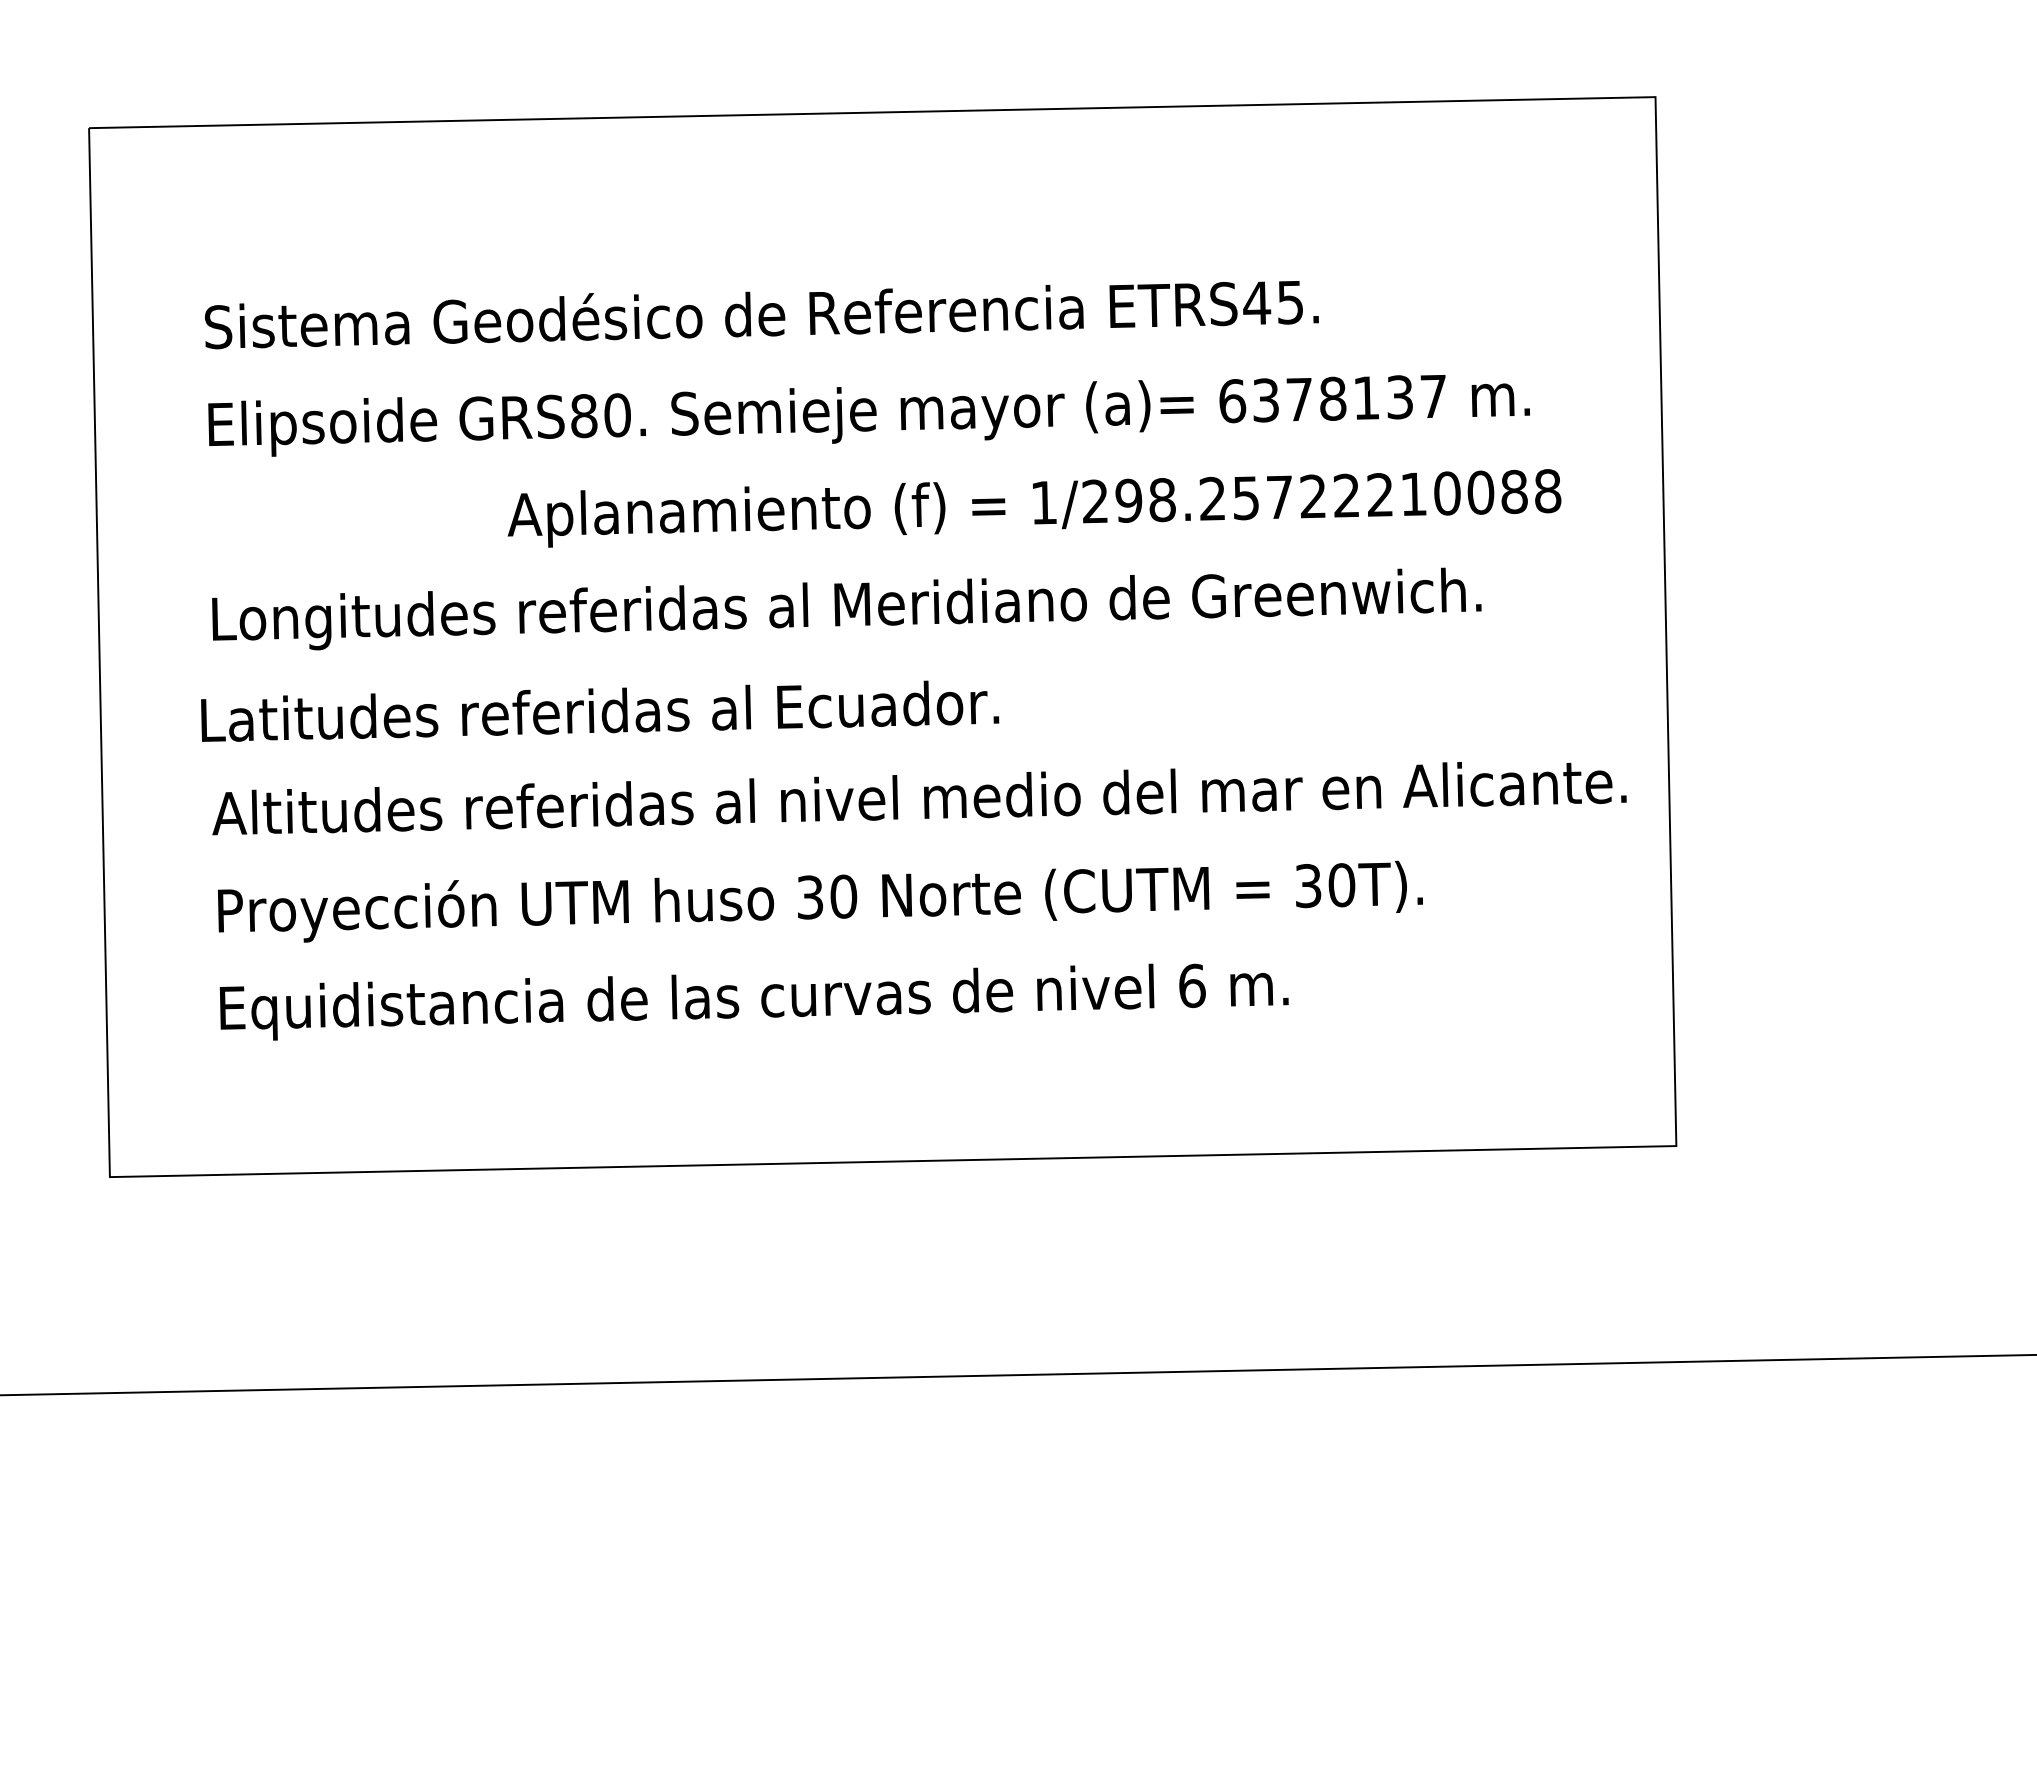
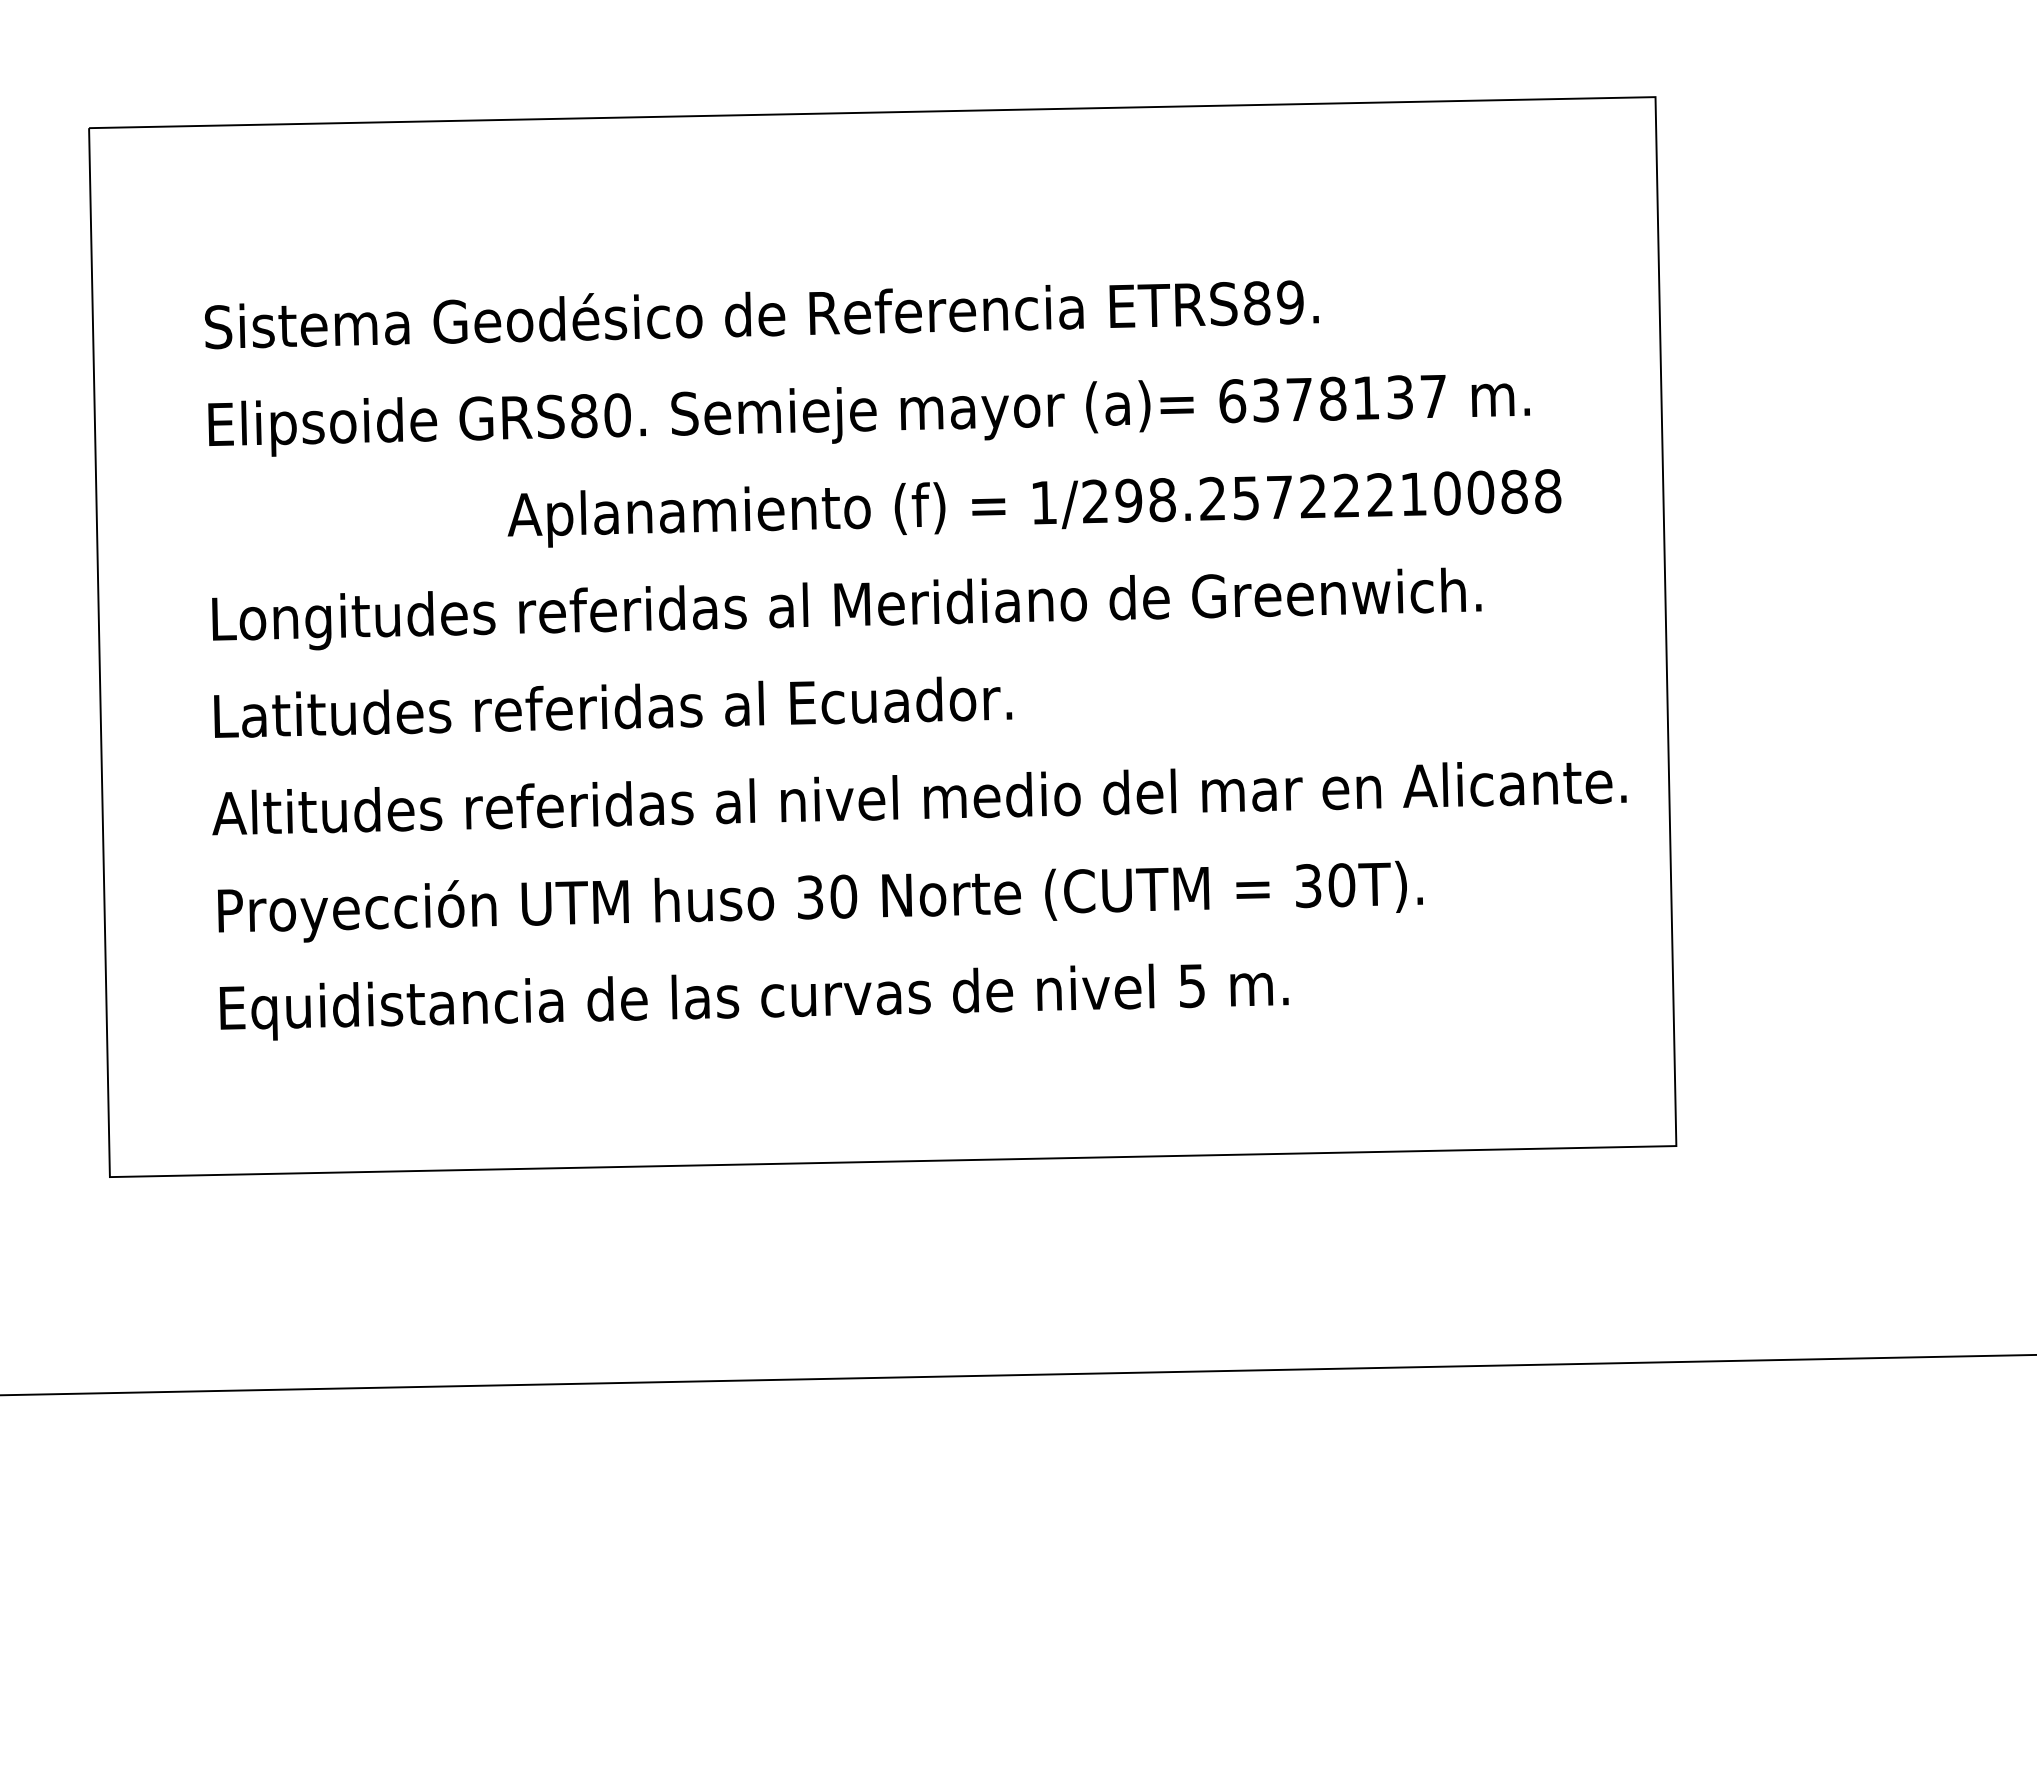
text at (1273, 302): ETRS45. -> ETRS89.
text at (600, 710) position: (600, 710) -> (613, 706)
text at (1192, 985): 6 -> 5
